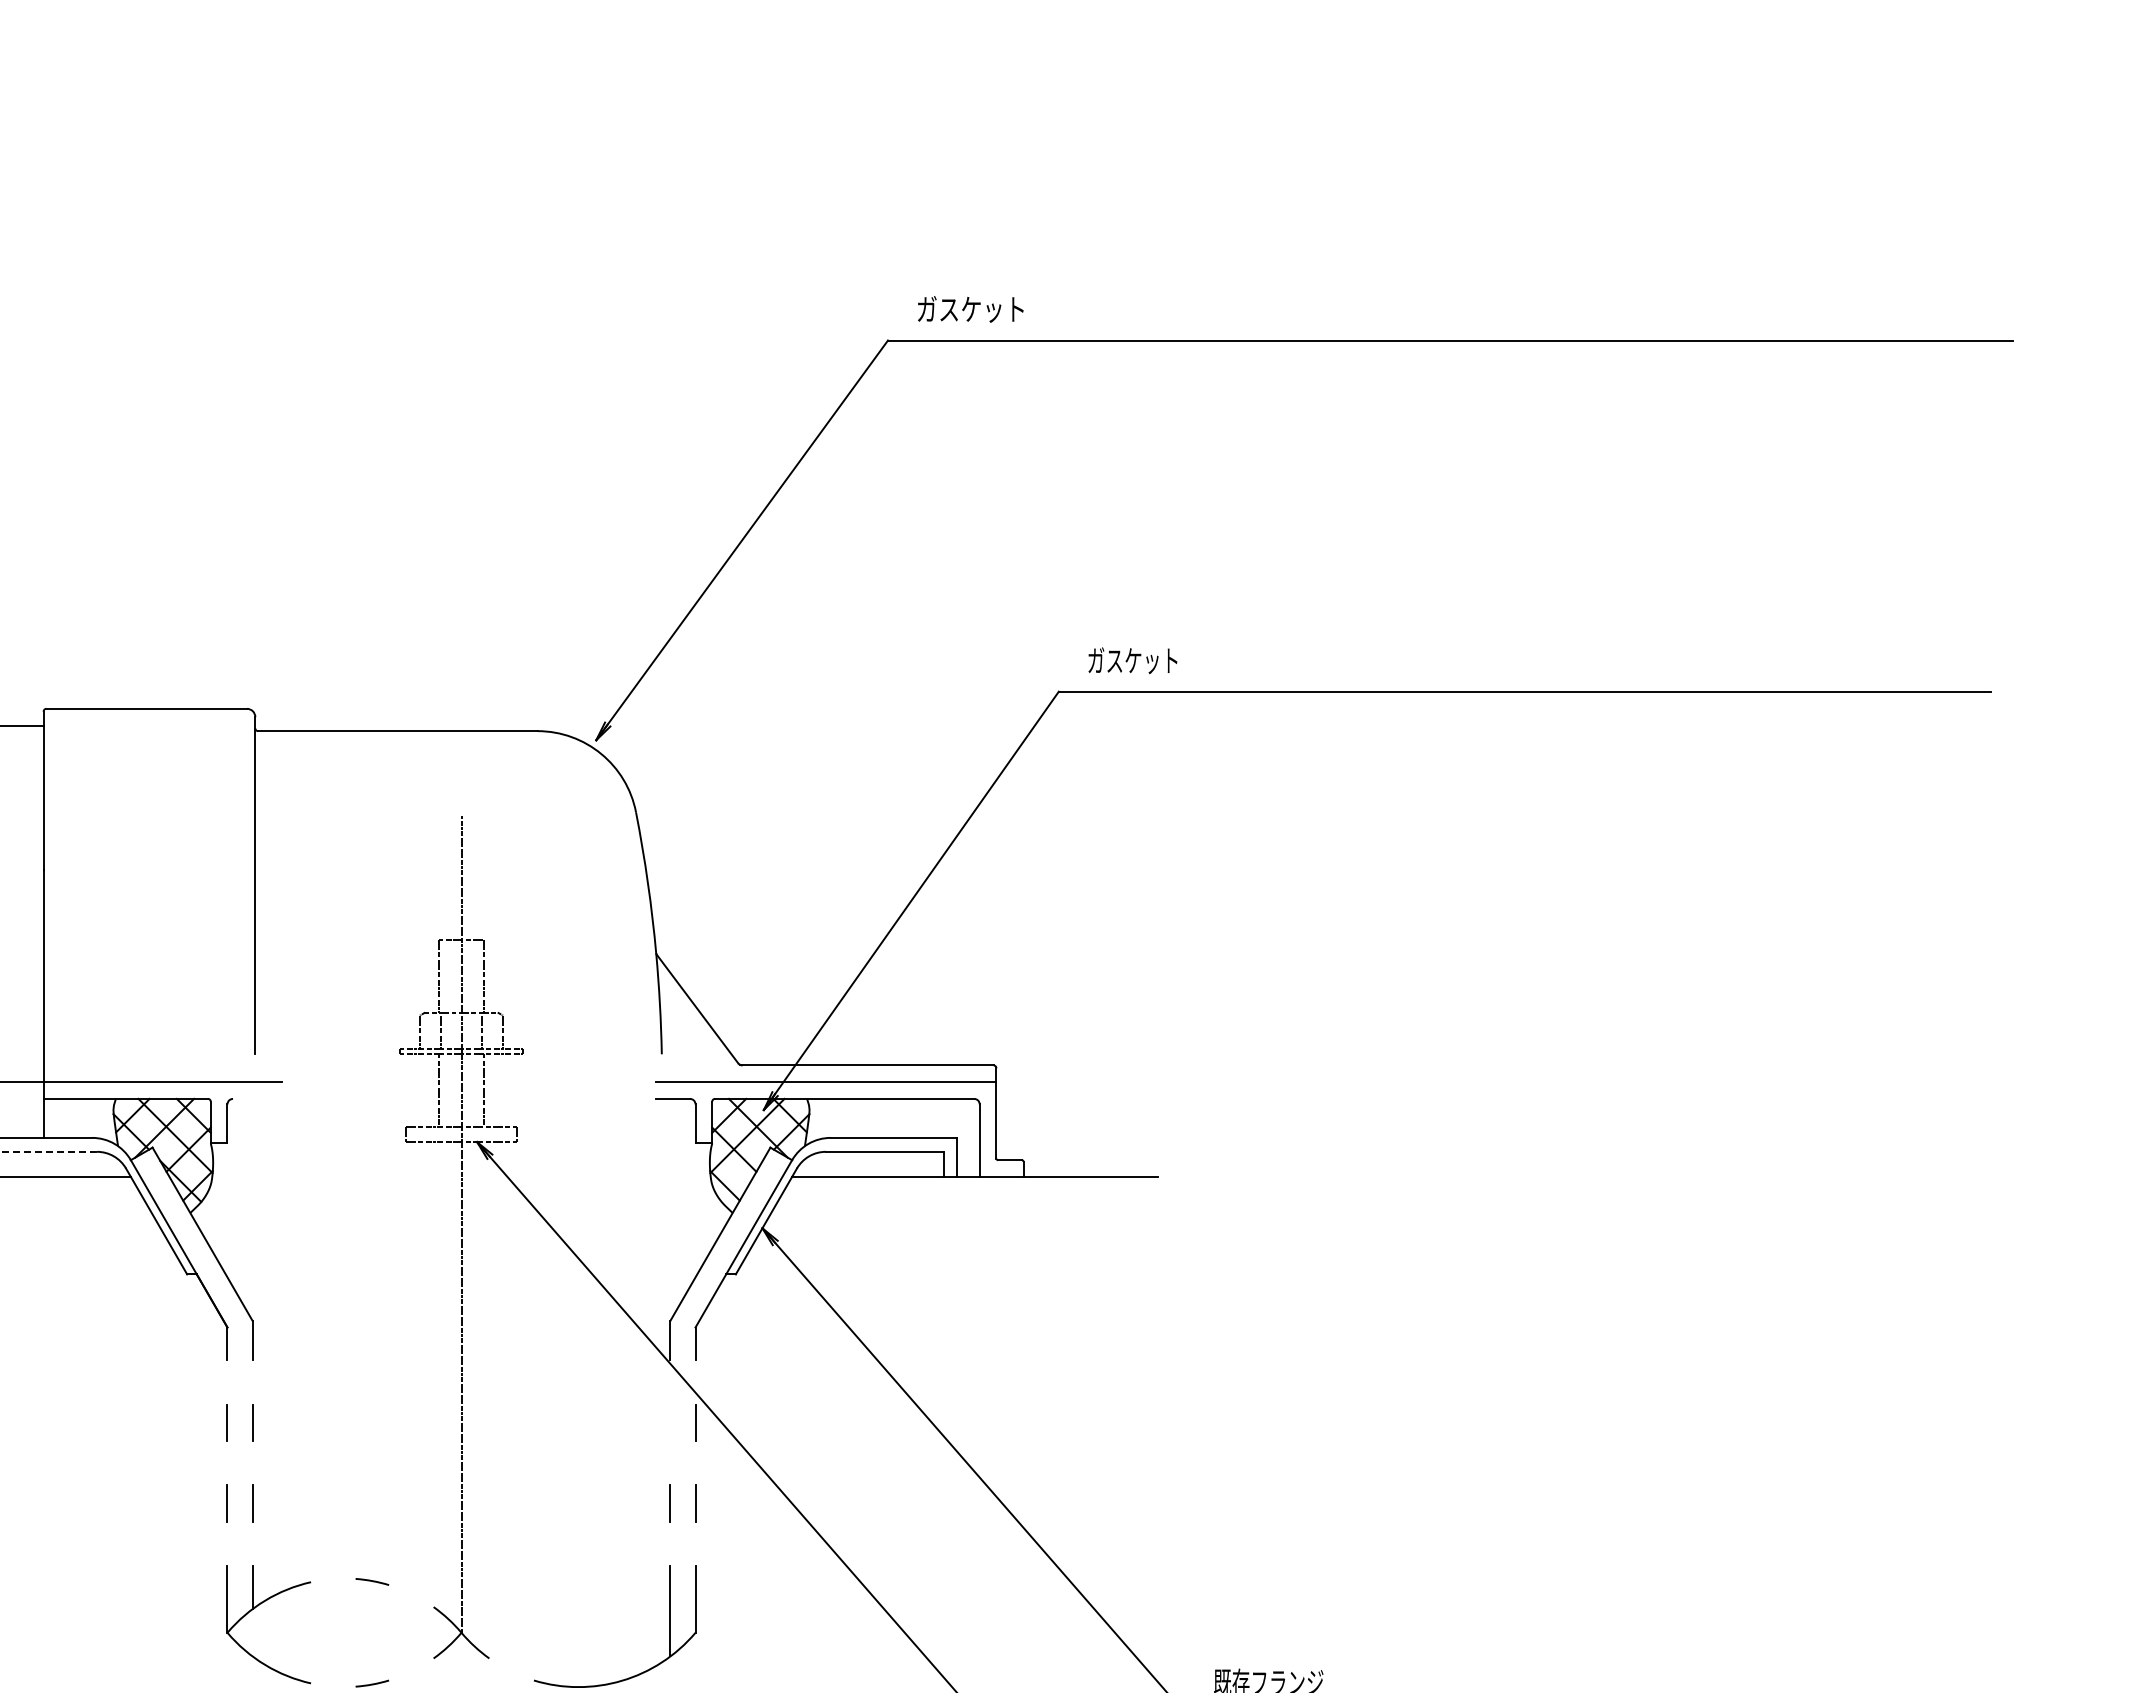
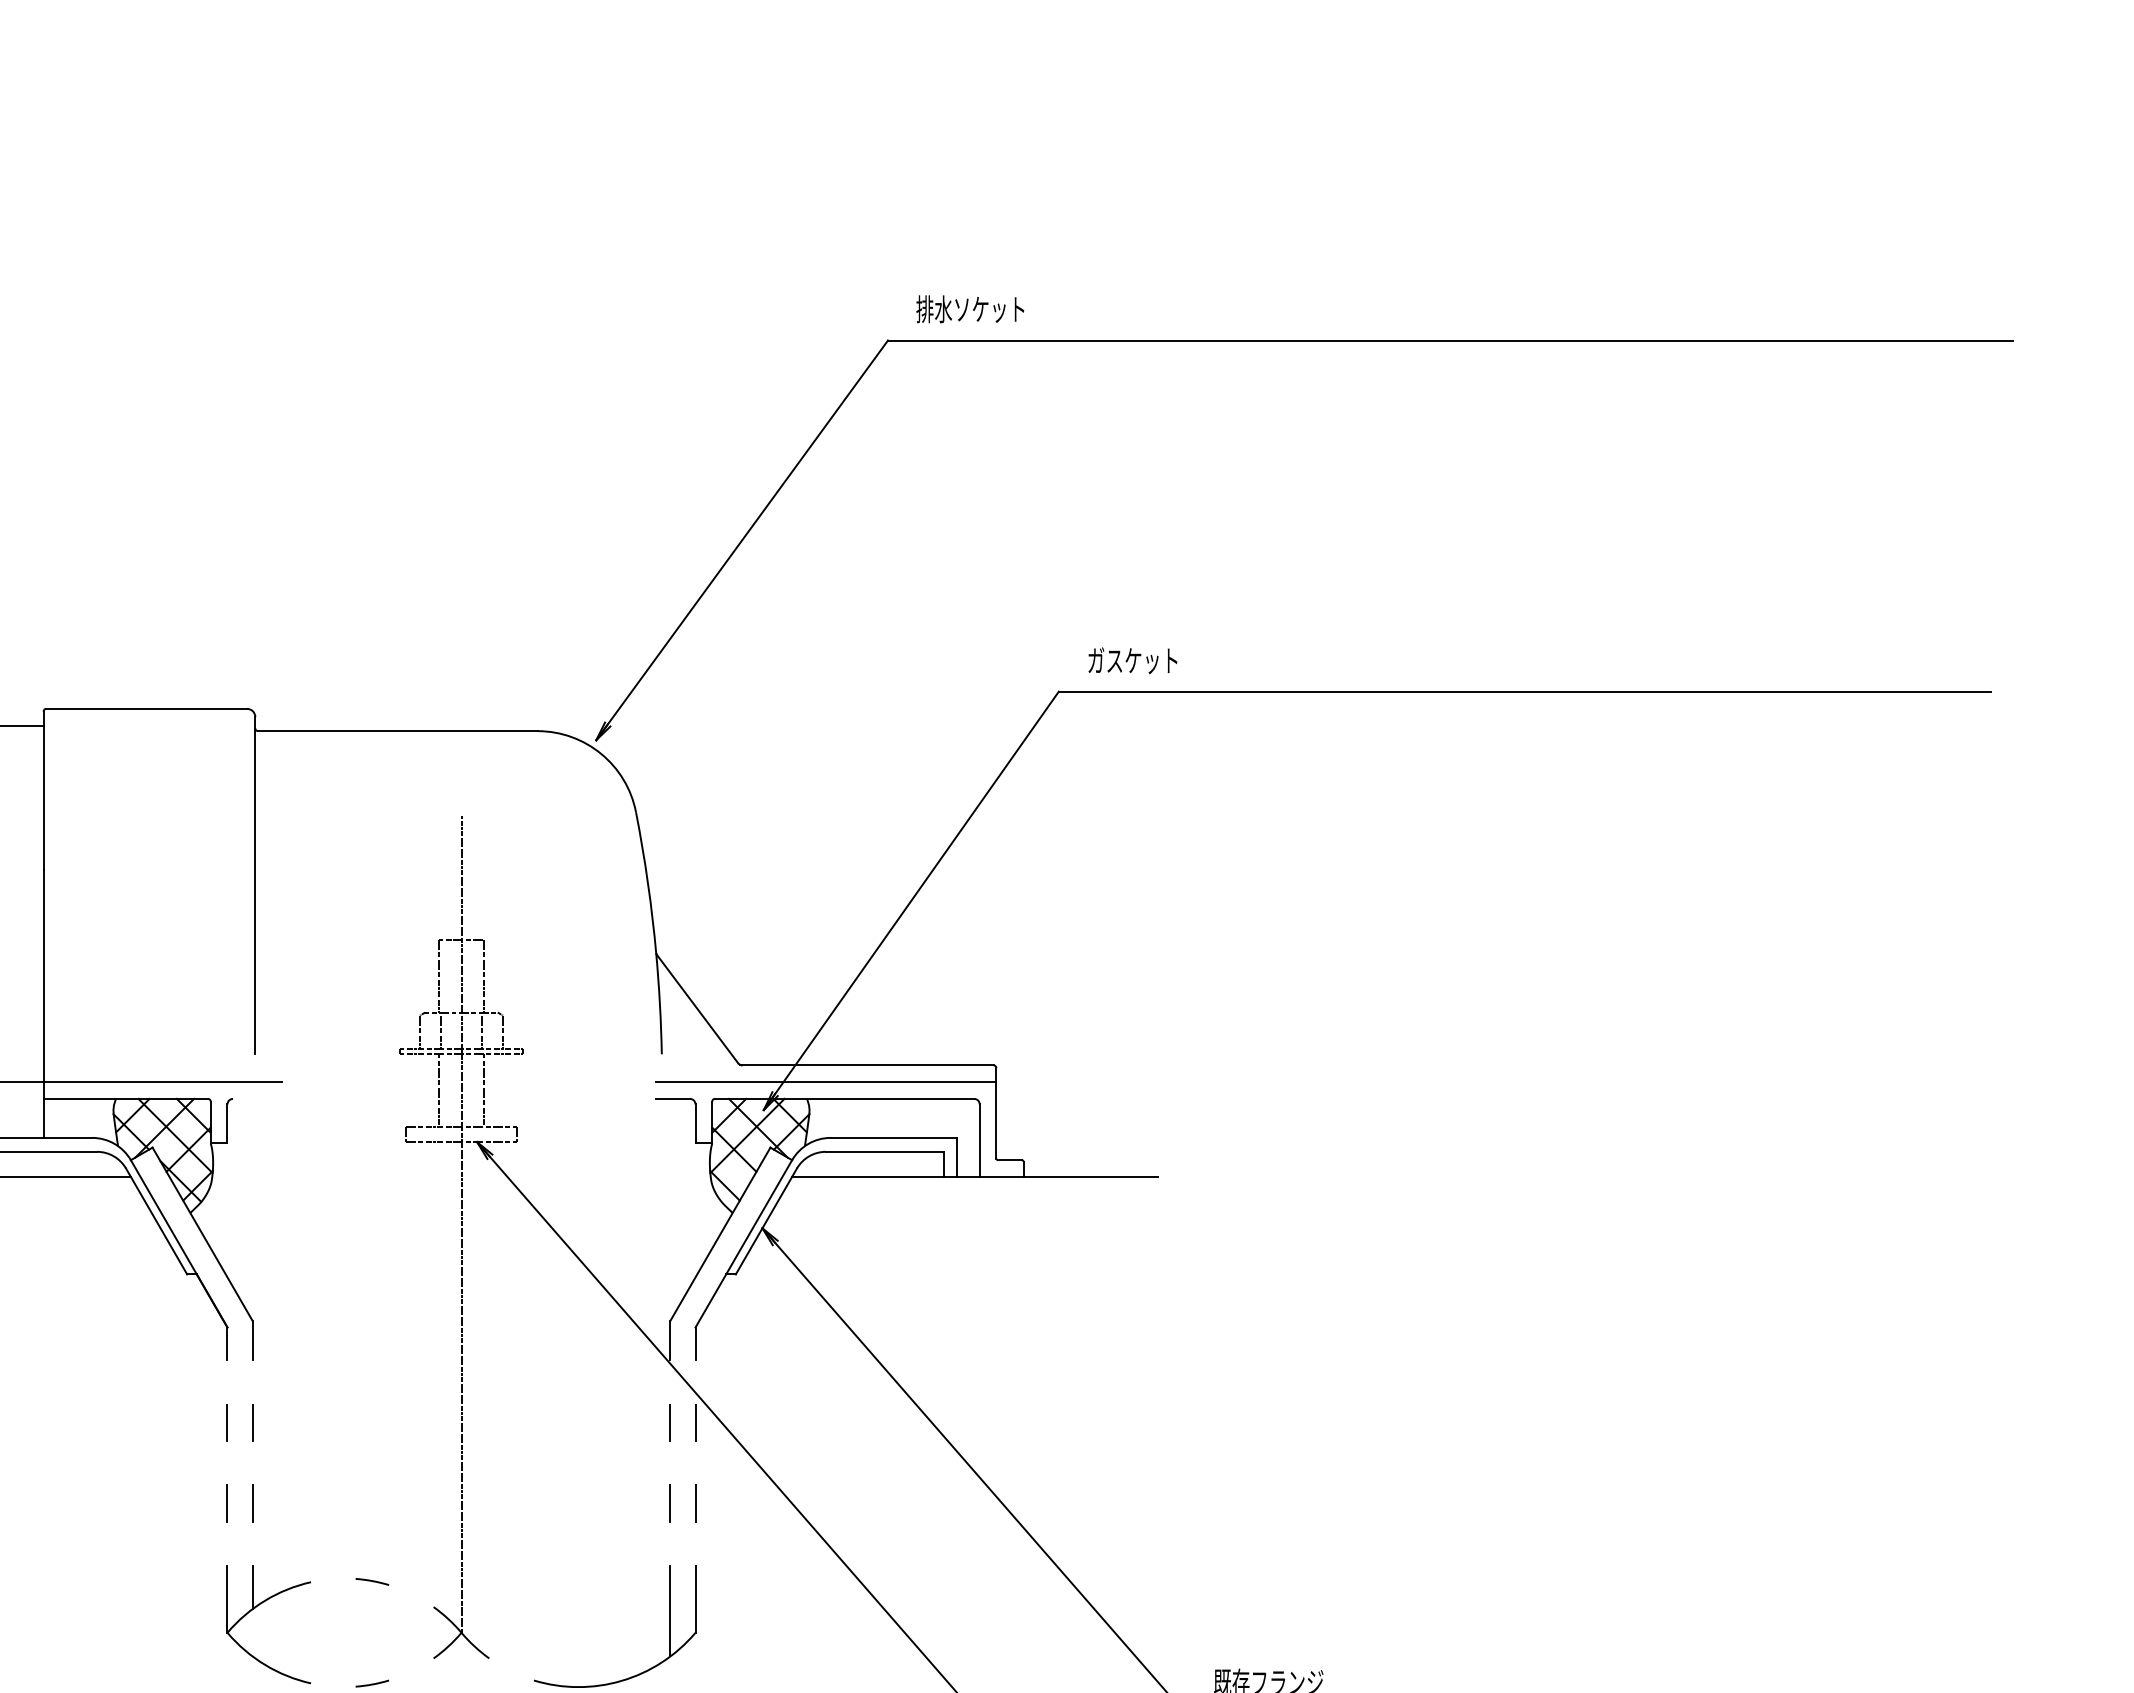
text at (970, 309): ガスケット -> 排水ソケット
line at (48, 1151): dashed -> solid
line at (670, 1422): none -> present
